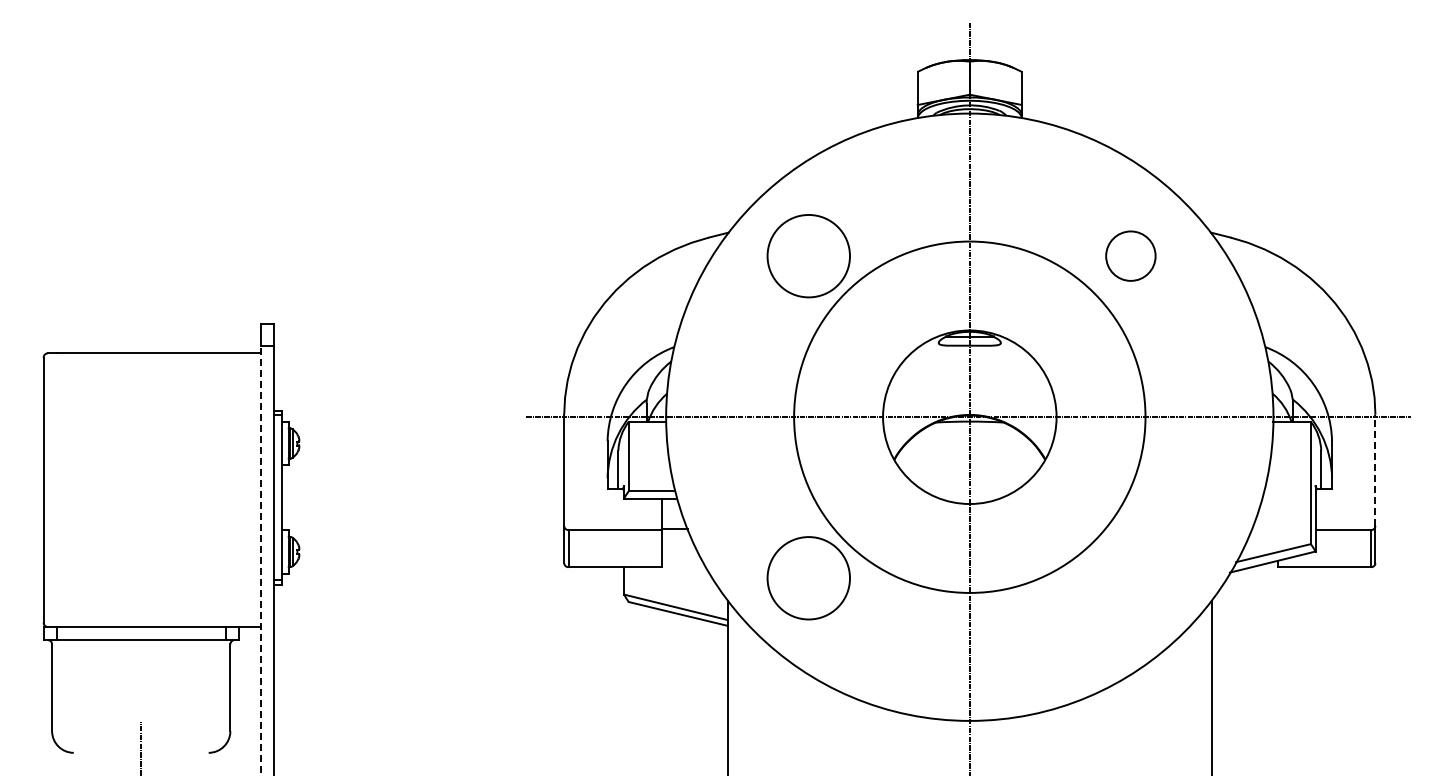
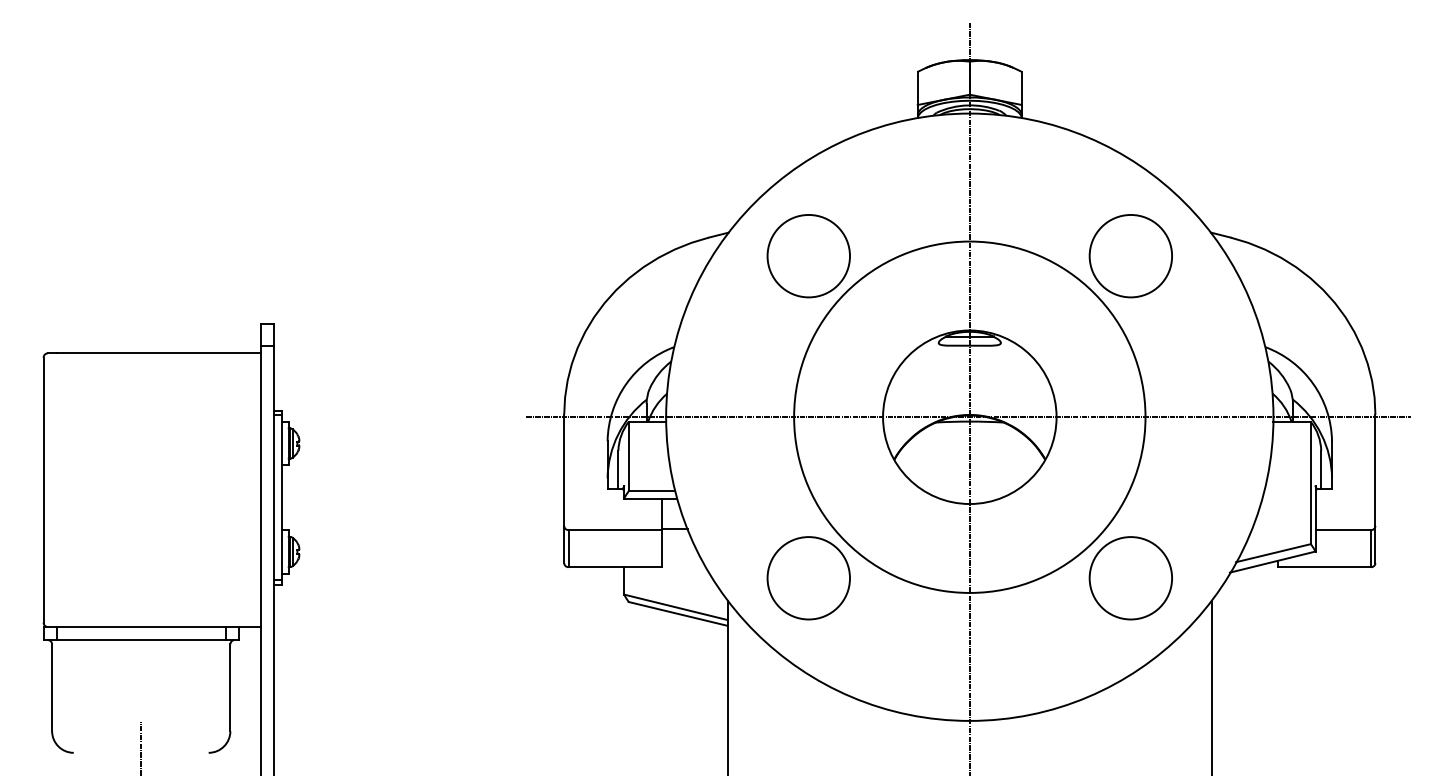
circle at (1130, 255) diameter: 49 px -> 82 px
line at (1375, 470): dashed -> solid
line at (260, 560): dashed -> solid
circle at (1130, 578): none -> present
